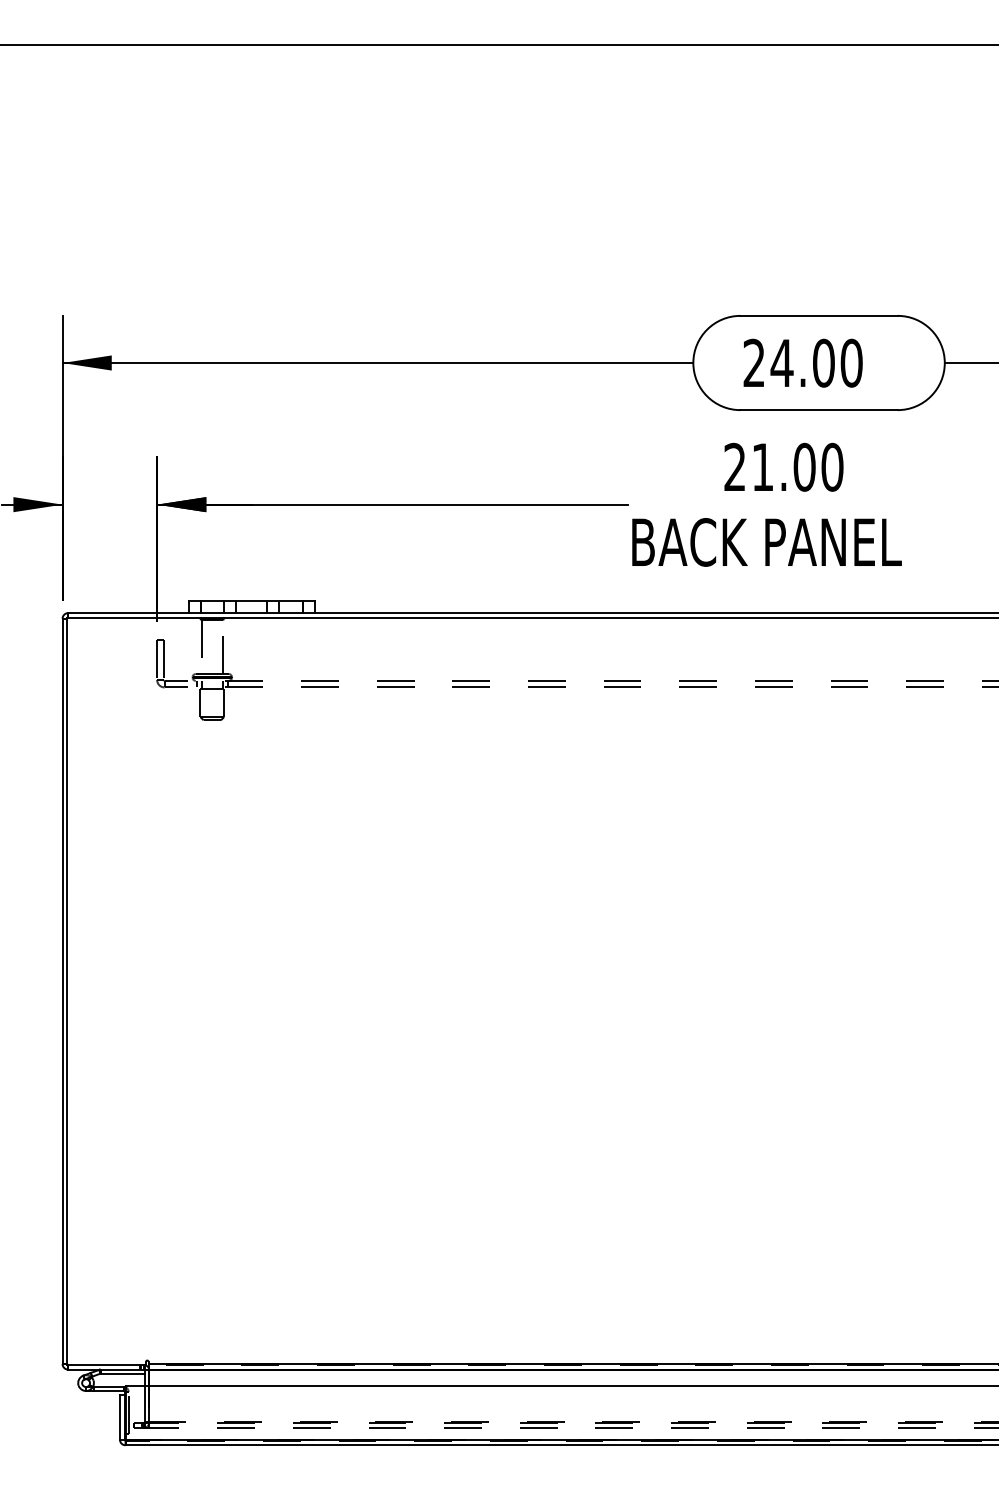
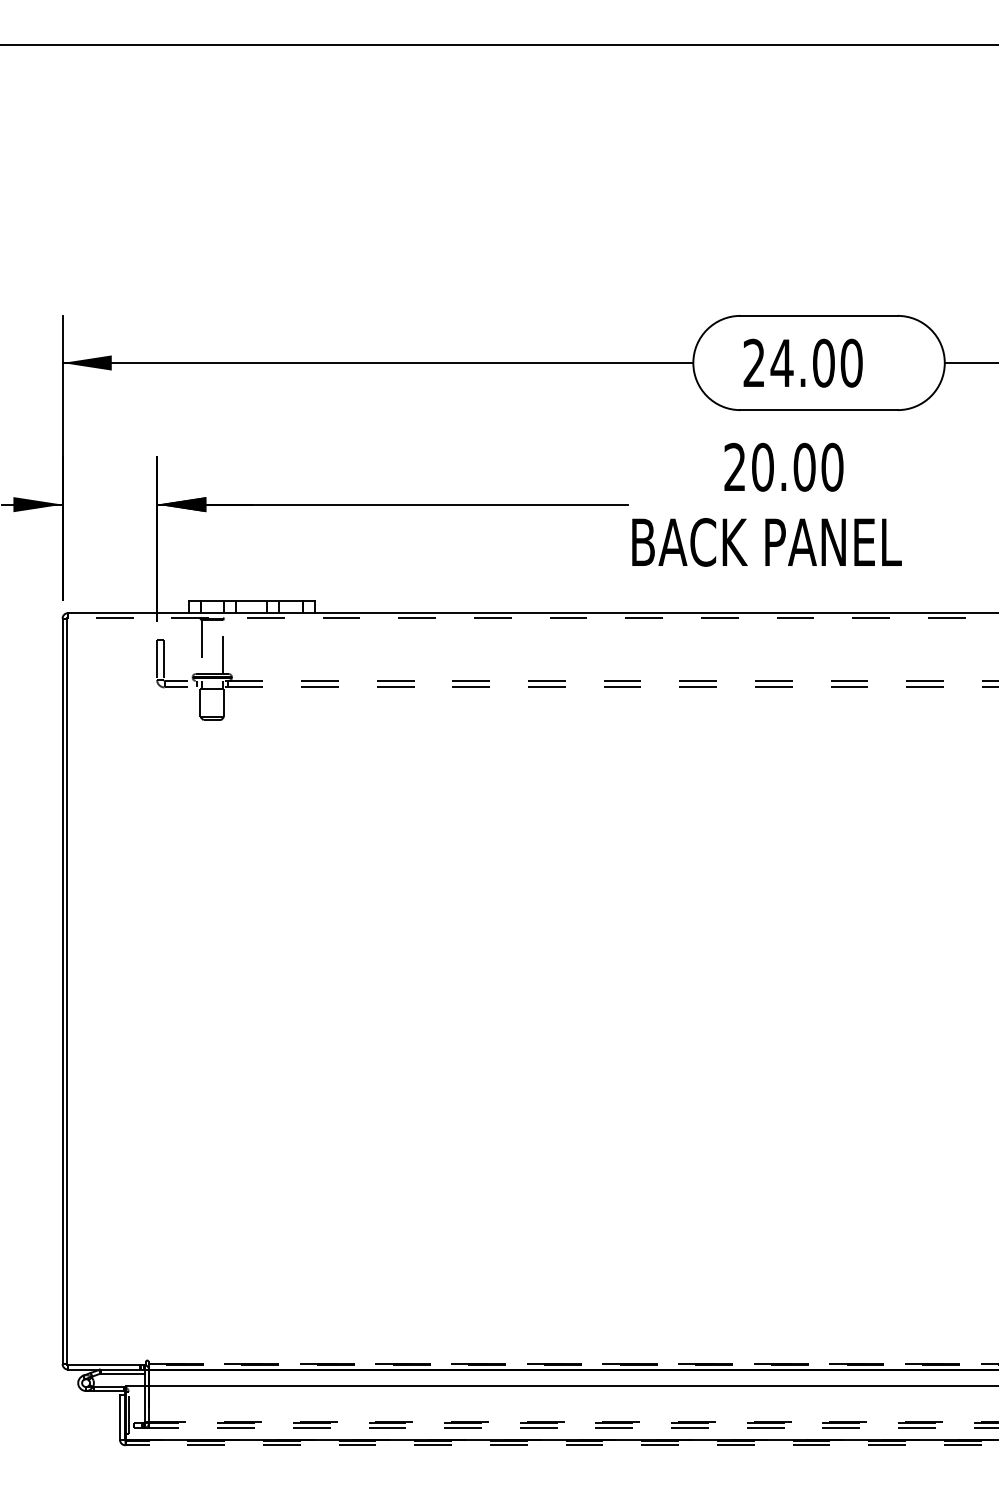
text at (762, 466): 21.00 -> 20.00
line at (532, 617): solid -> dashed
line at (574, 1364): solid -> dashed
line at (561, 1445): solid -> dashed
